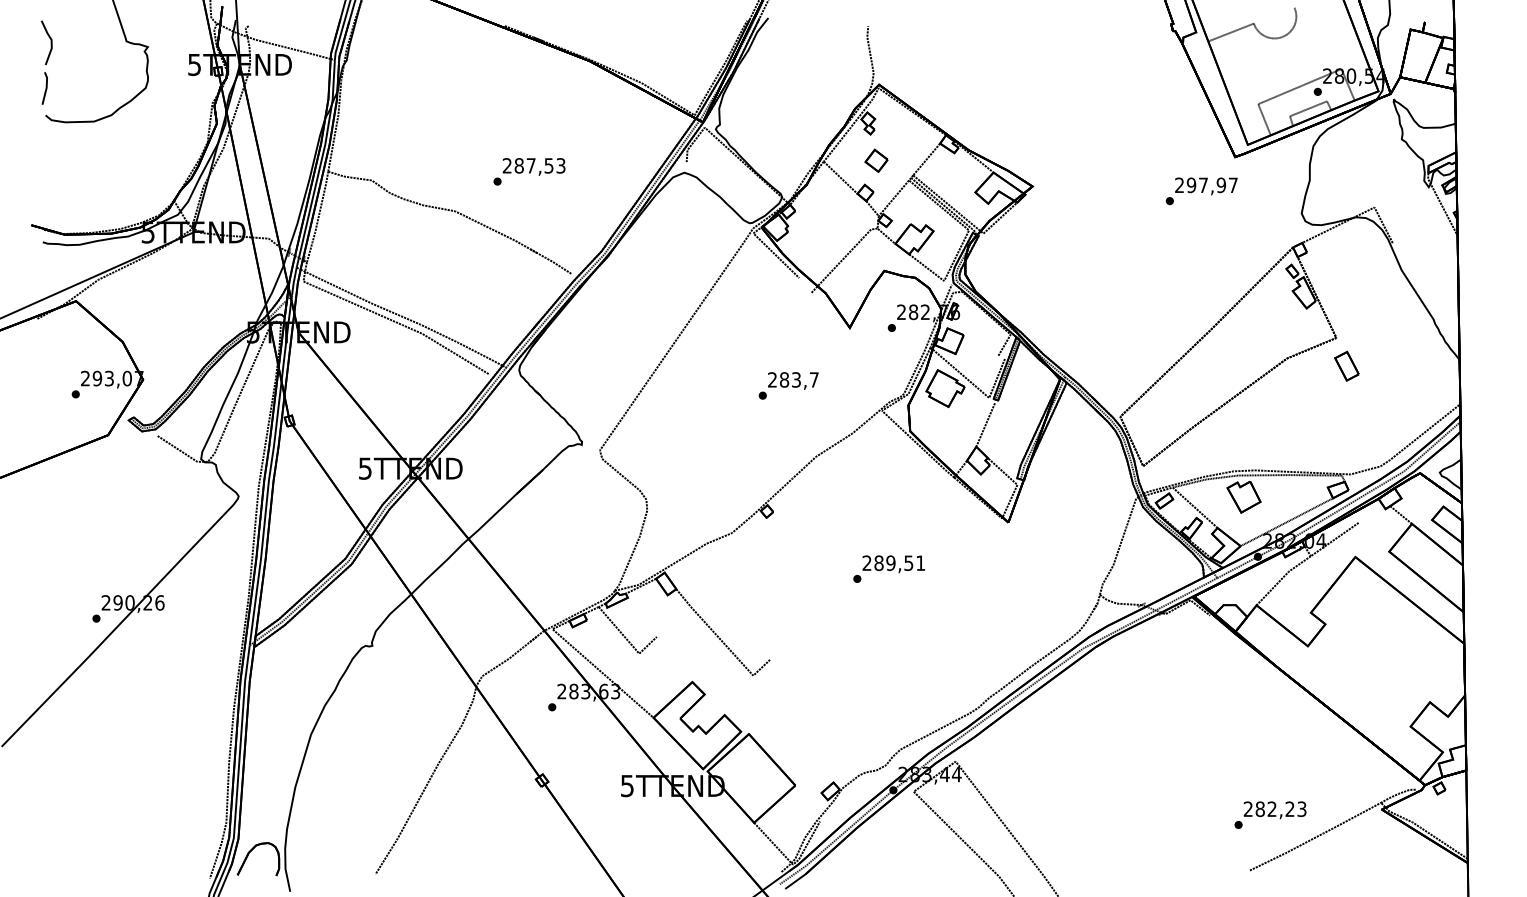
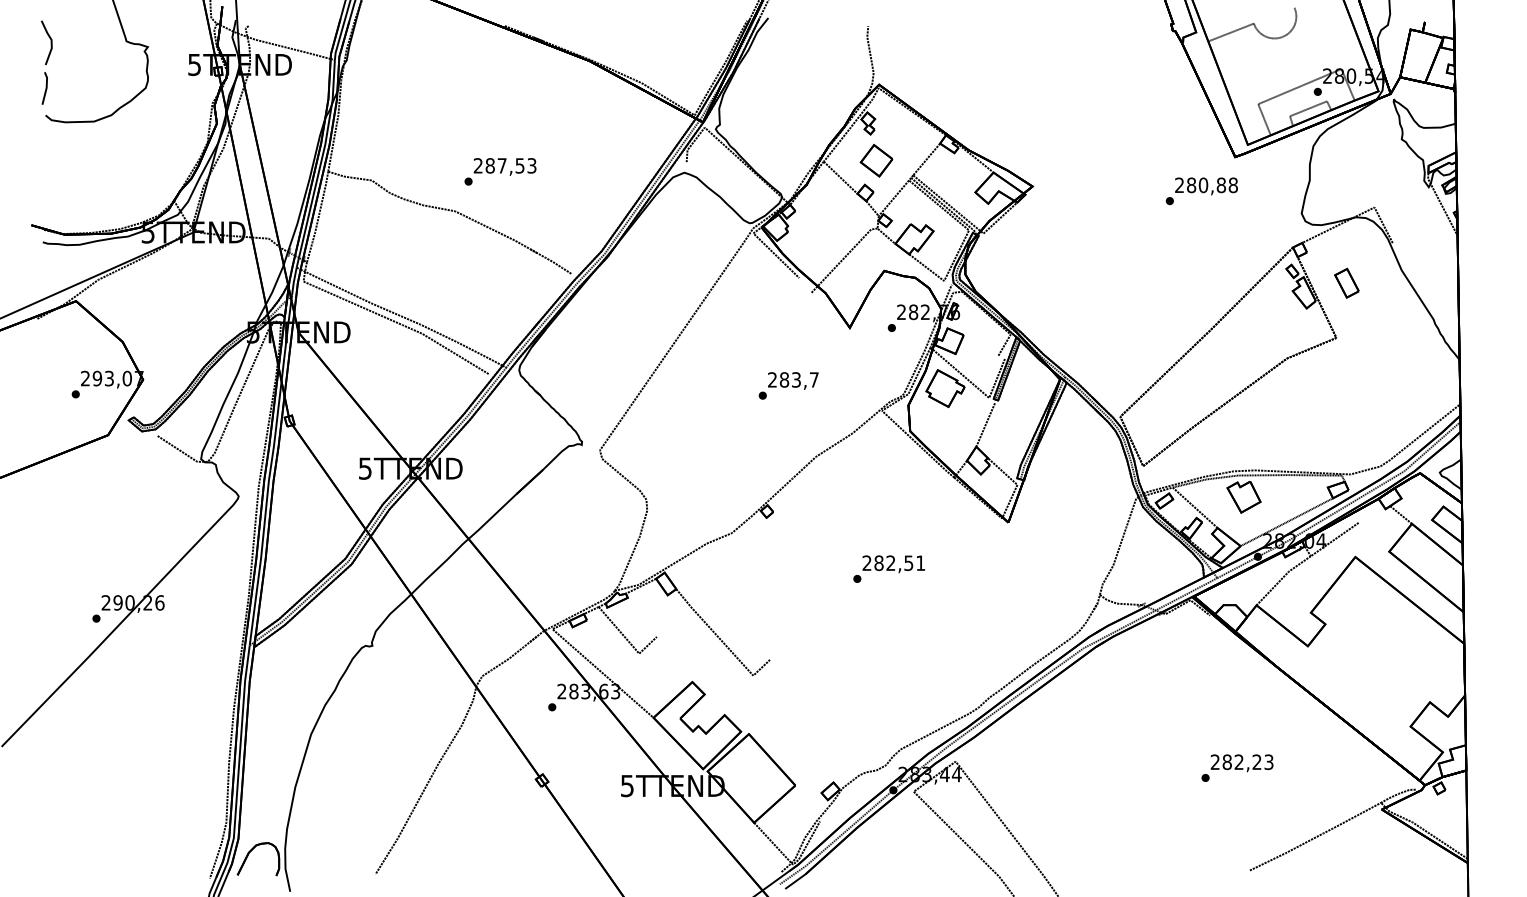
part at (876, 160) size: 25x25 px -> 35x34 px
text at (529, 171) position: (529, 171) -> (500, 171)
text at (1211, 185): 297,97 -> 280,88
part at (1346, 365) position: (1346, 365) -> (1346, 282)
text at (890, 562): 289,51 -> 282,51
text at (1270, 814) position: (1270, 814) -> (1237, 767)
